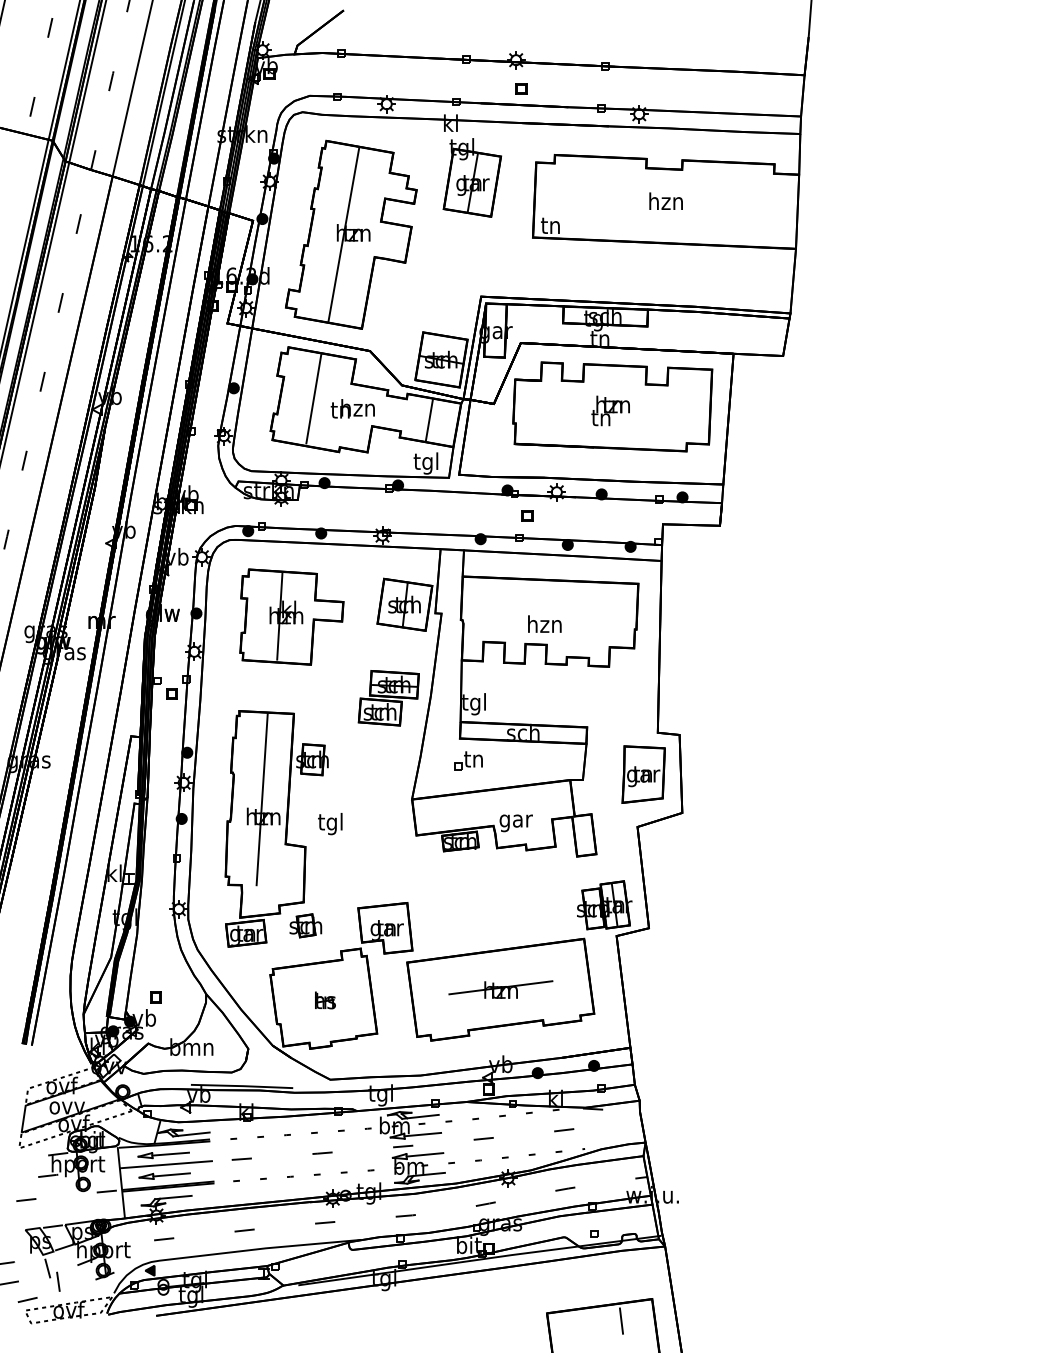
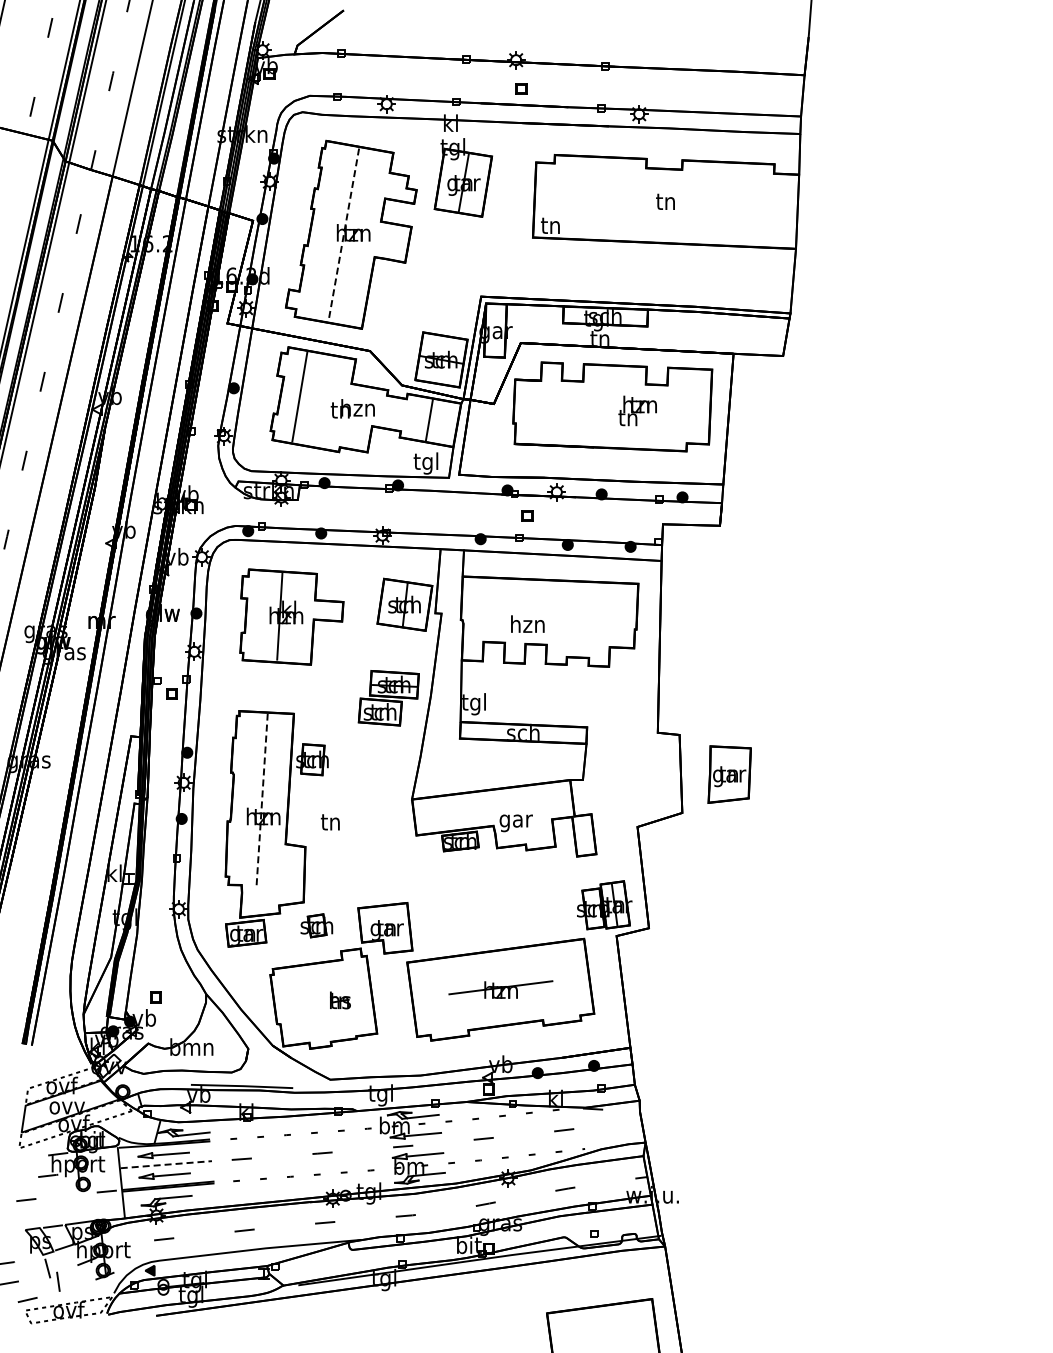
part at (472, 177) position: (472, 177) -> (463, 177)
text at (665, 200): hzn -> tn
line at (343, 234): solid -> dashed
line at (313, 398) position: (313, 398) -> (299, 396)
text at (610, 410) position: (610, 410) -> (637, 410)
text at (544, 623) position: (544, 623) -> (527, 623)
part at (468, 760): present -> none
part at (643, 774) position: (643, 774) -> (729, 774)
line at (262, 799): solid -> dashed
text at (330, 823): tgl -> tn
part at (305, 925) position: (305, 925) -> (316, 925)
part at (325, 1000) position: (325, 1000) -> (340, 1000)
line at (166, 1164): solid -> dashed
line at (621, 1320): present -> none
